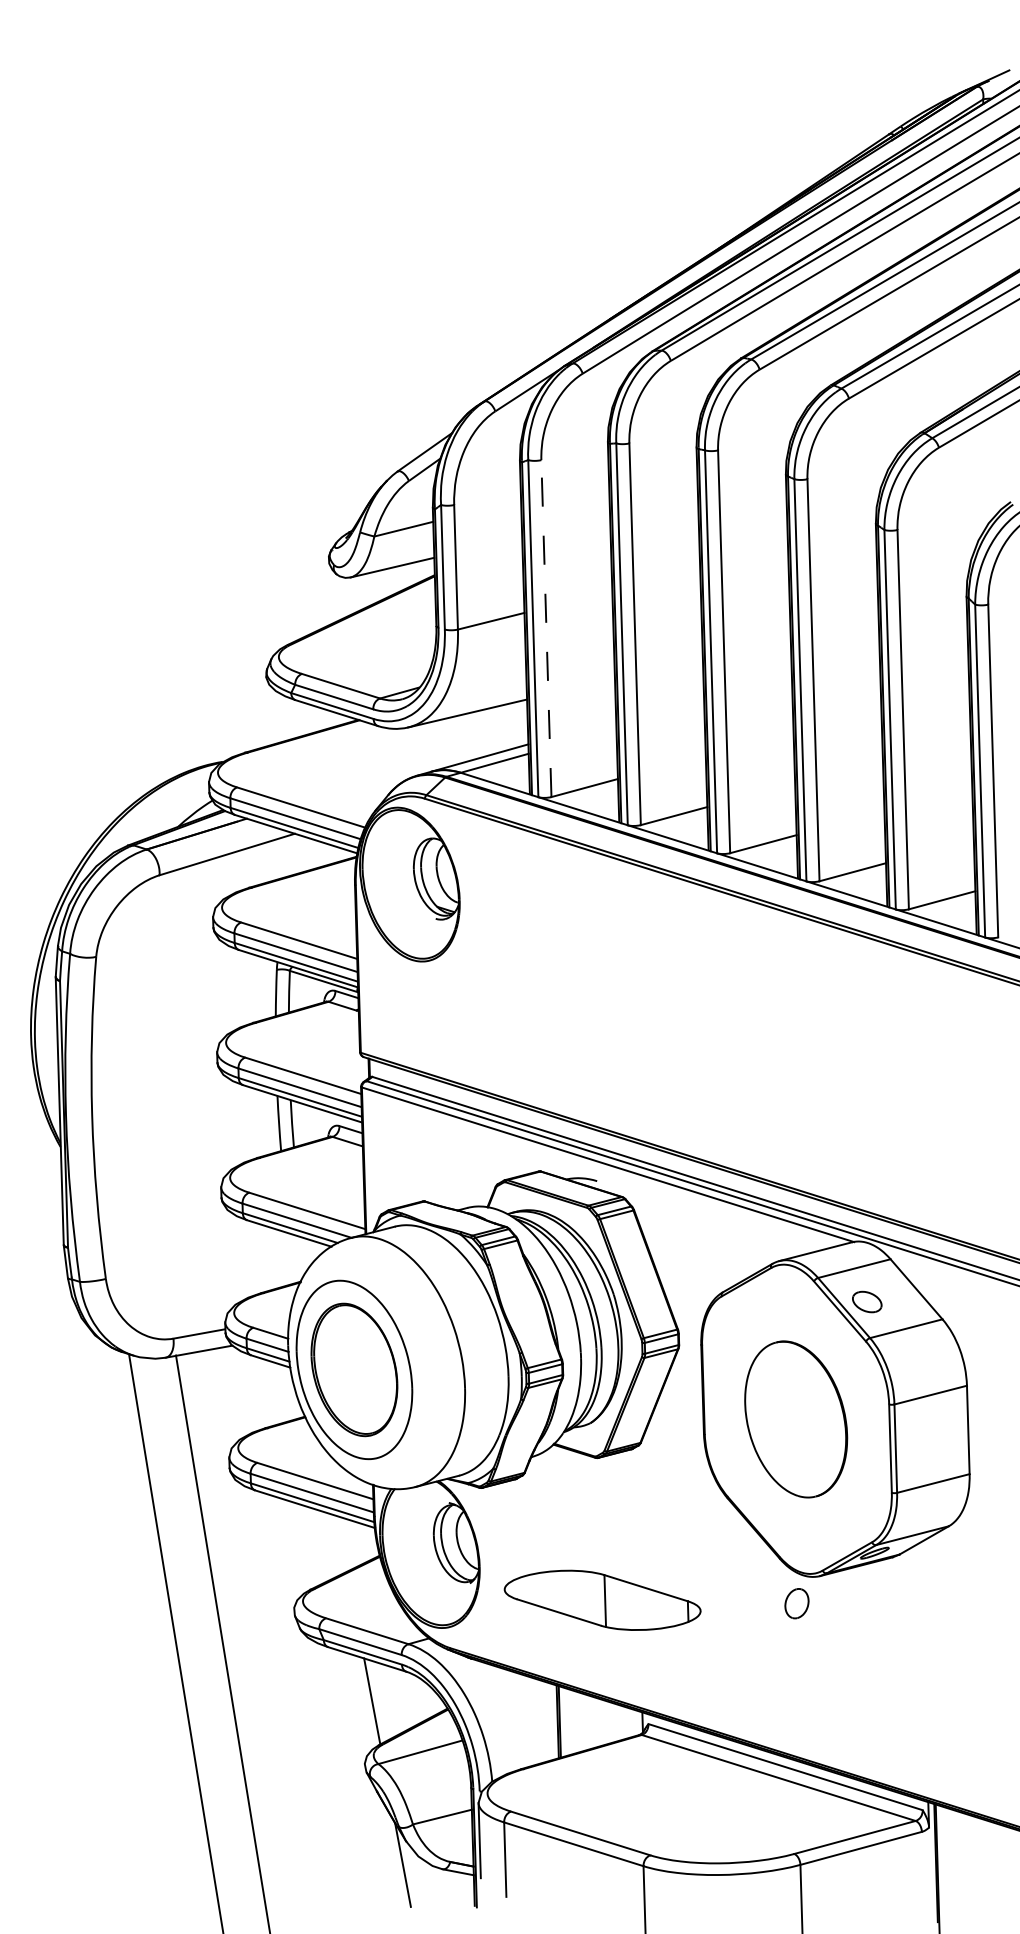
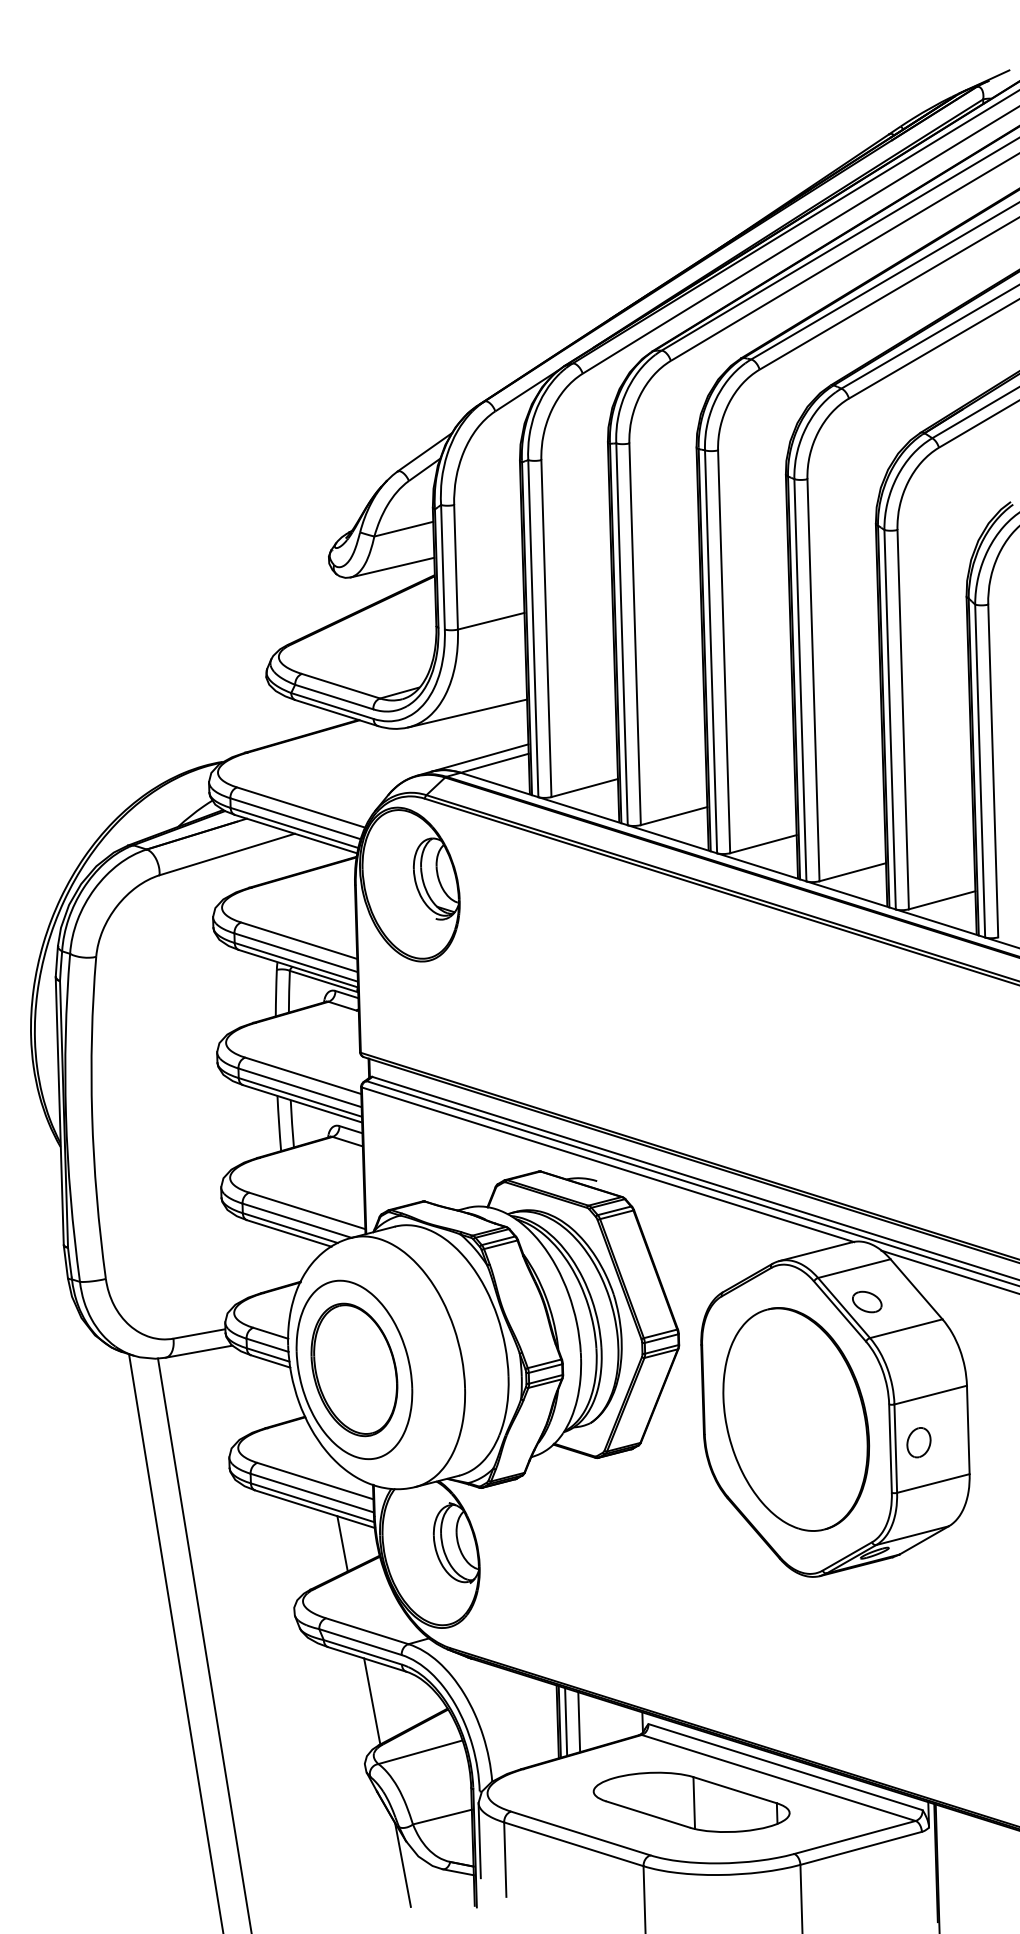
line at (546, 628): dashed -> solid
line at (948, 1271): none -> present
part at (796, 1419) size: 105x159 px -> 148x225 px
line at (342, 1543): none -> present
part at (602, 1599) position: (602, 1599) -> (691, 1801)
part at (796, 1603) position: (796, 1603) -> (918, 1442)
line at (222, 1642) position: (222, 1642) -> (204, 1644)
line at (566, 1721): none -> present
line at (579, 1722): none -> present
